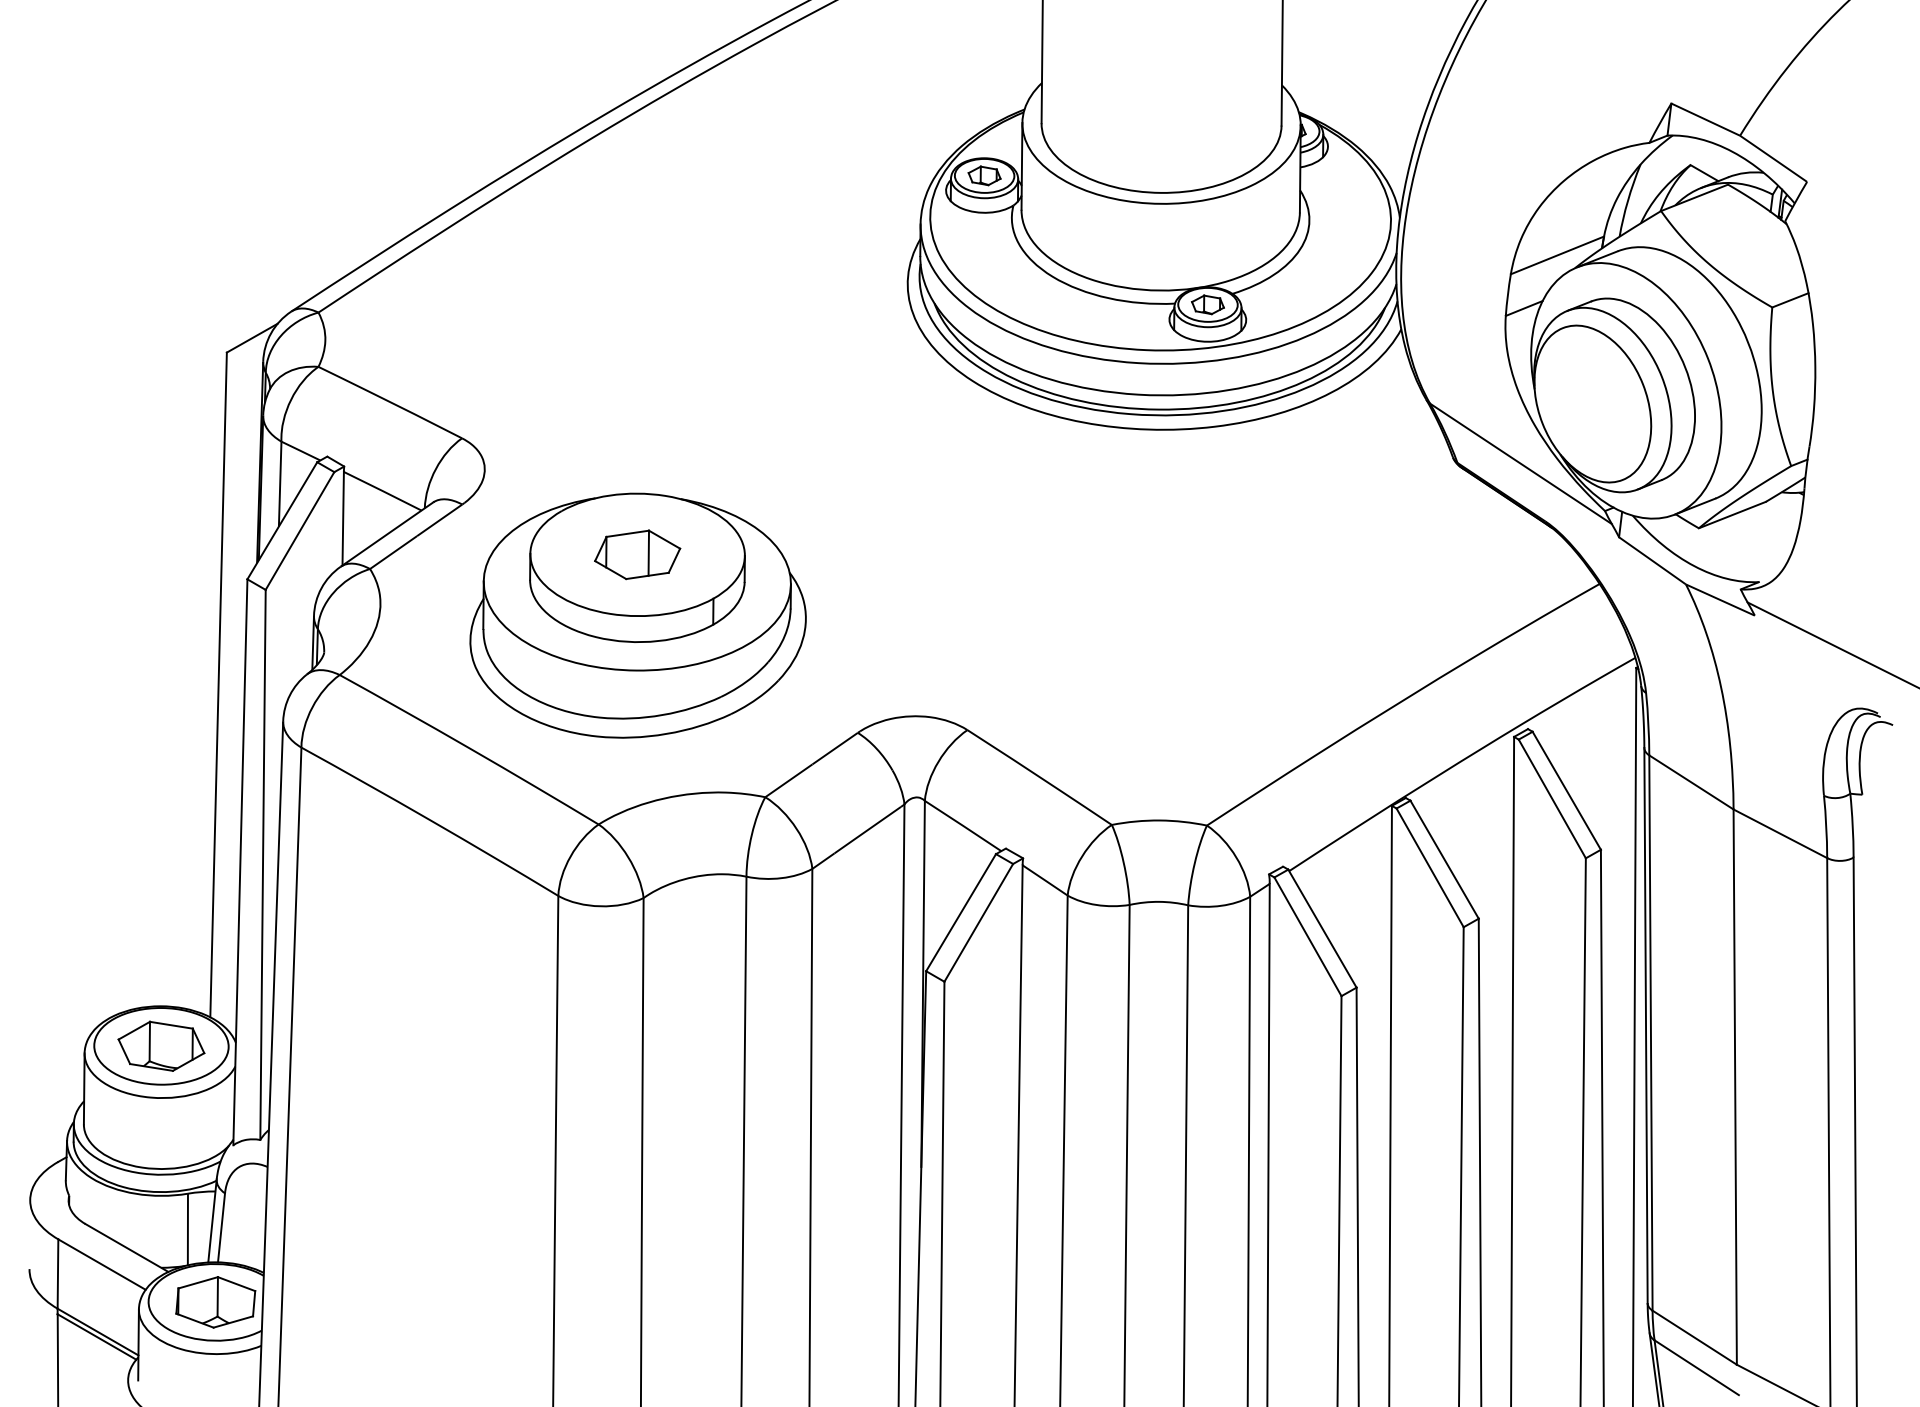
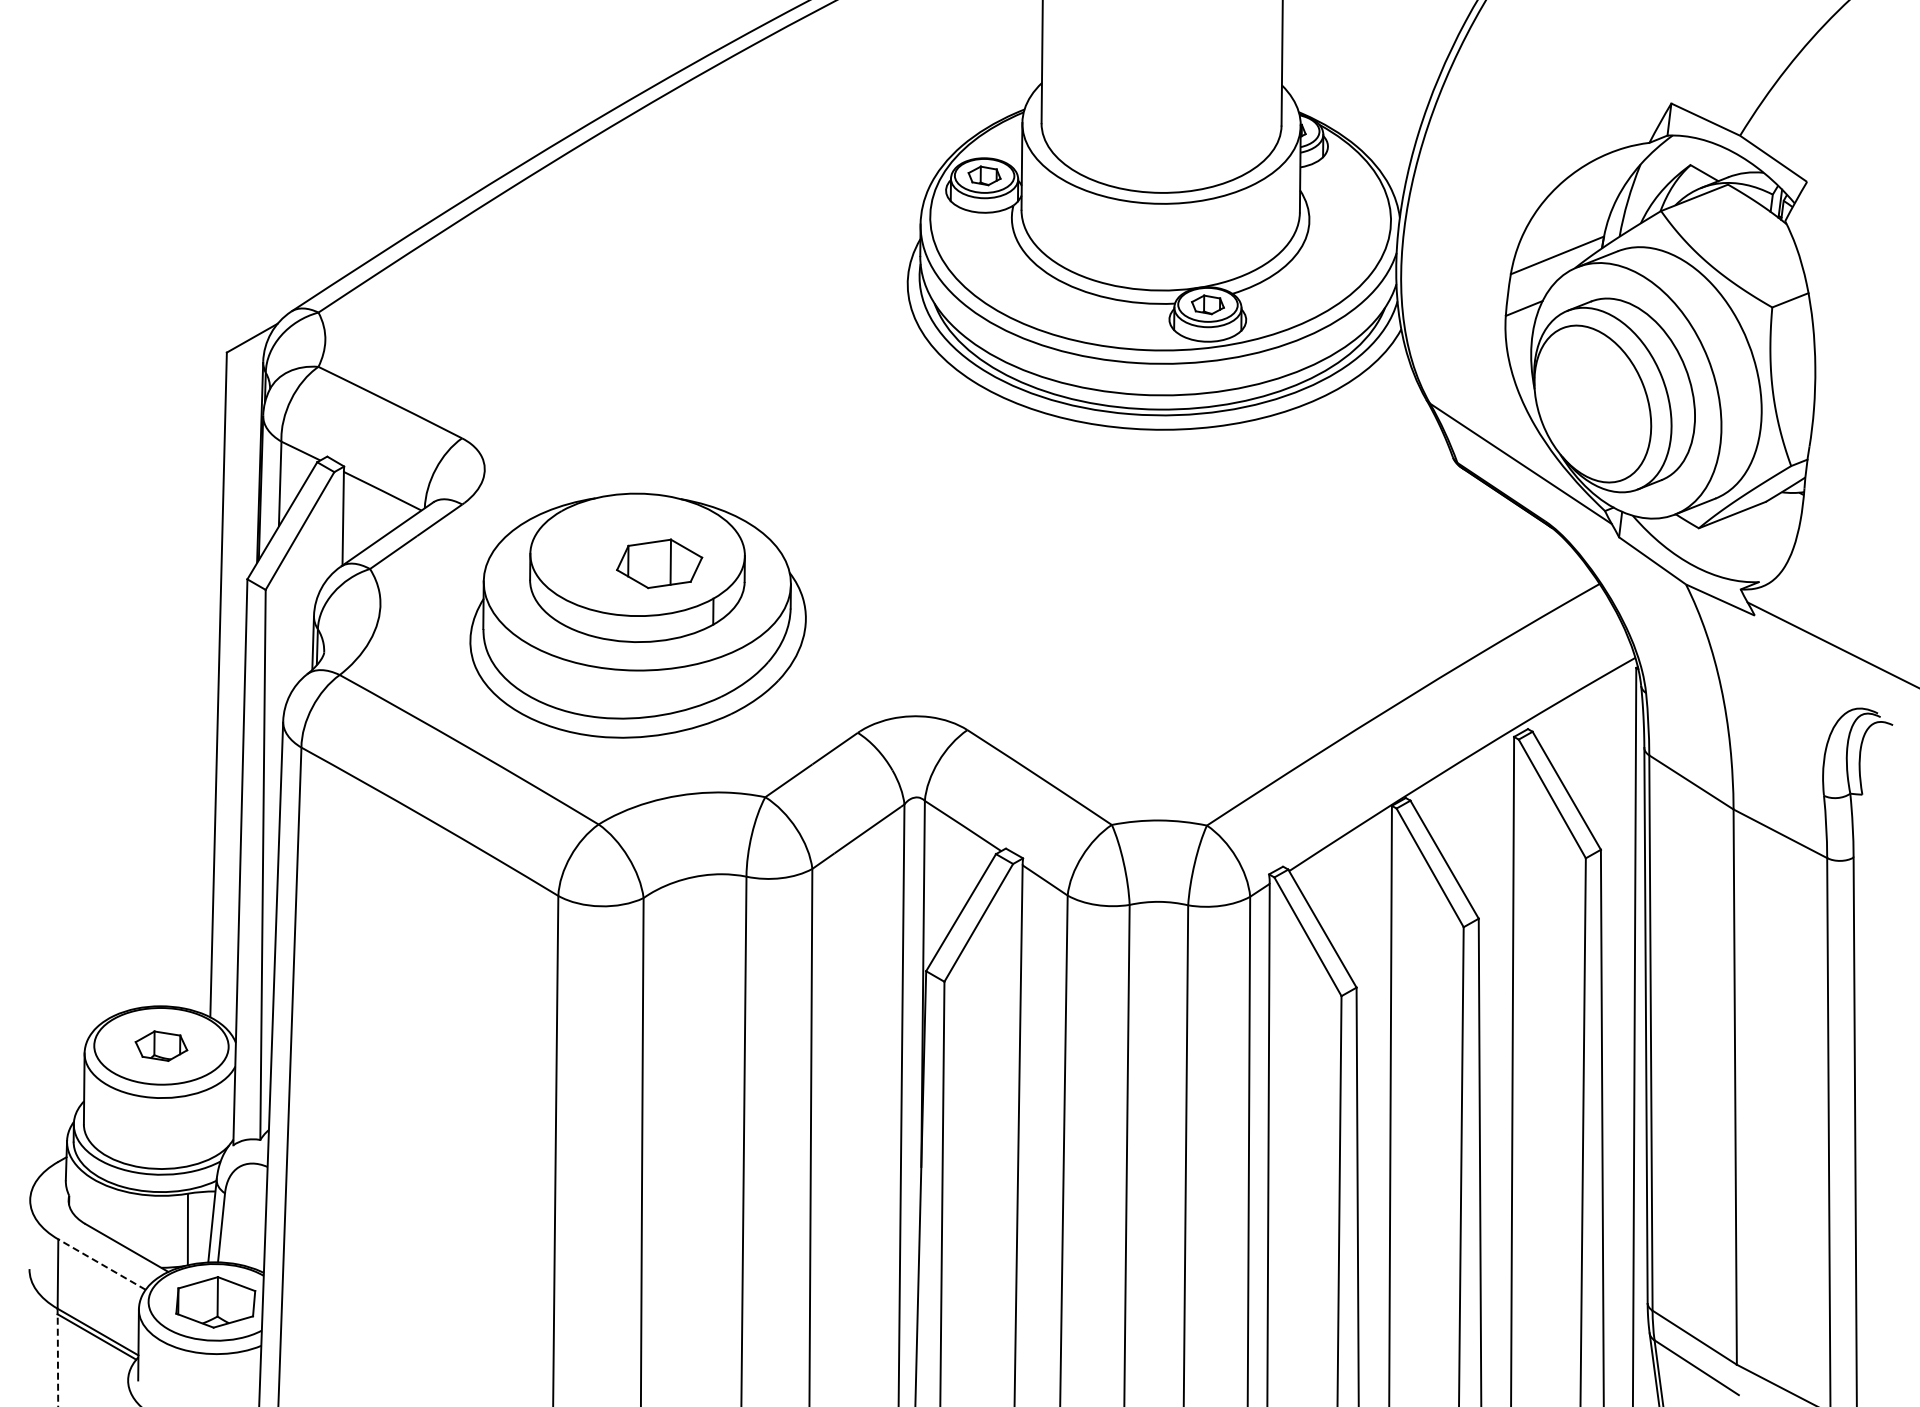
part at (637, 554) position: (637, 554) -> (659, 563)
part at (161, 1045) size: 89x52 px -> 55x32 px
line at (101, 1264): solid -> dashed
line at (57, 1360): solid -> dashed
